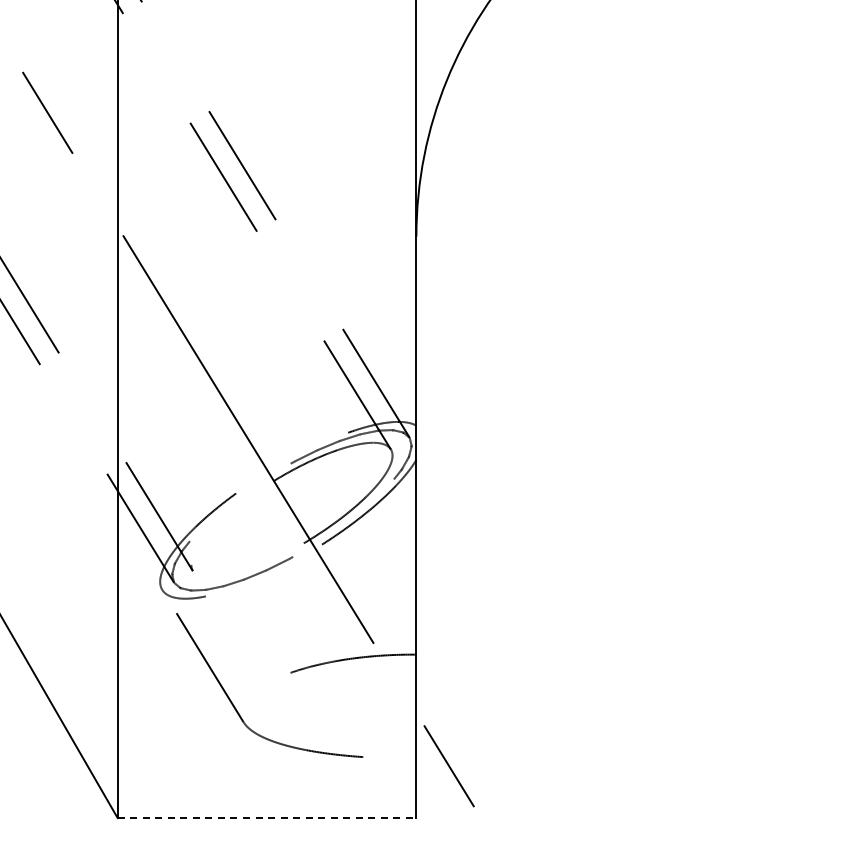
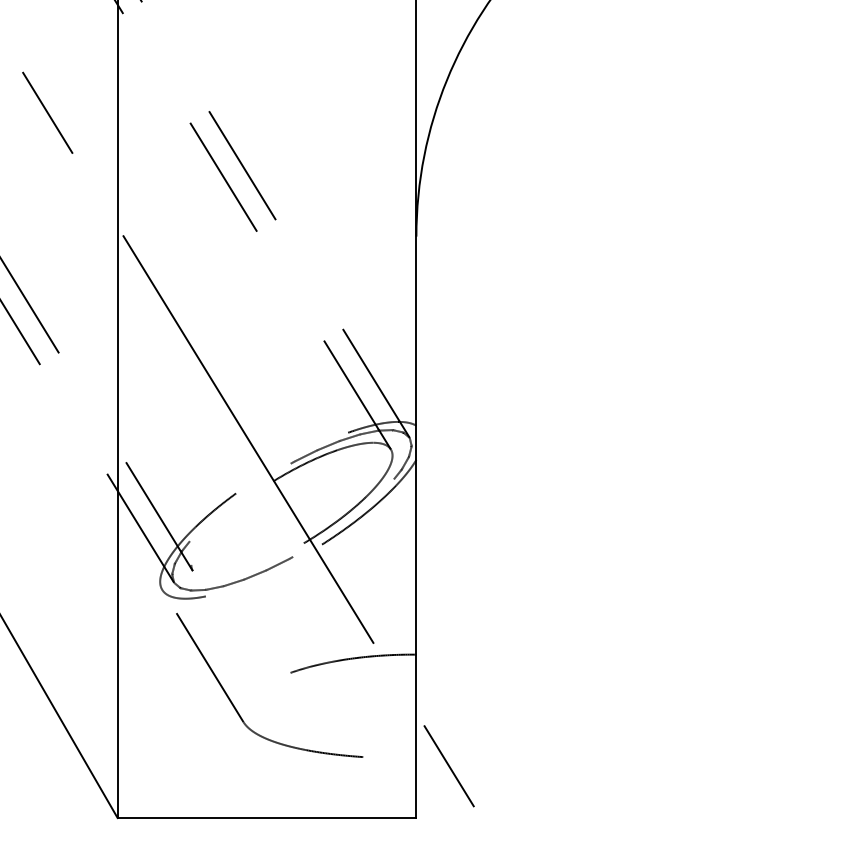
line at (267, 818): dashed -> solid
